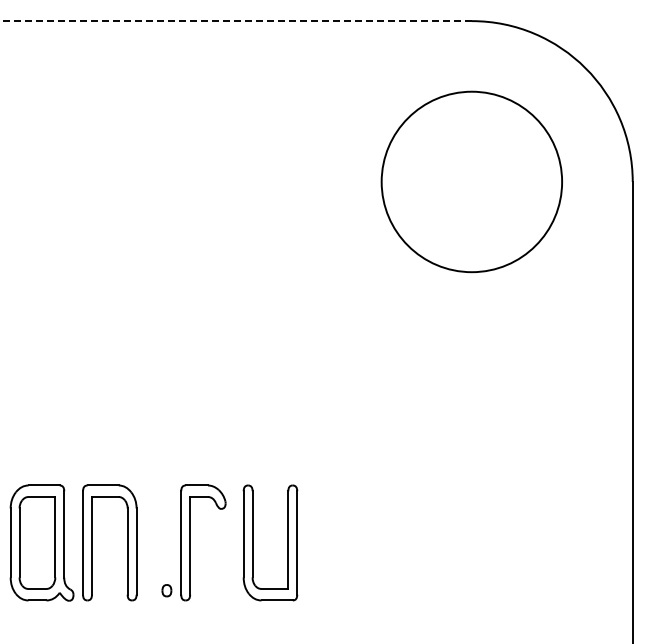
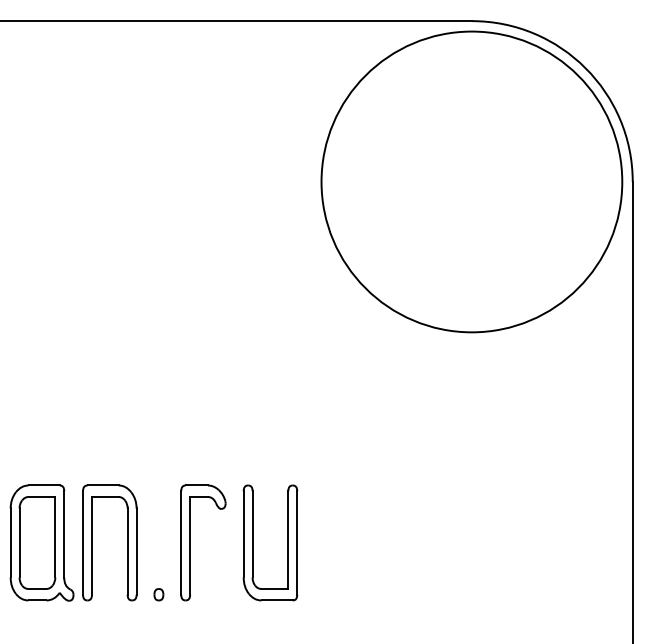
line at (235, 21): dashed -> solid
circle at (471, 181) diameter: 180 px -> 301 px
part at (166, 590) position: (166, 590) -> (158, 594)
